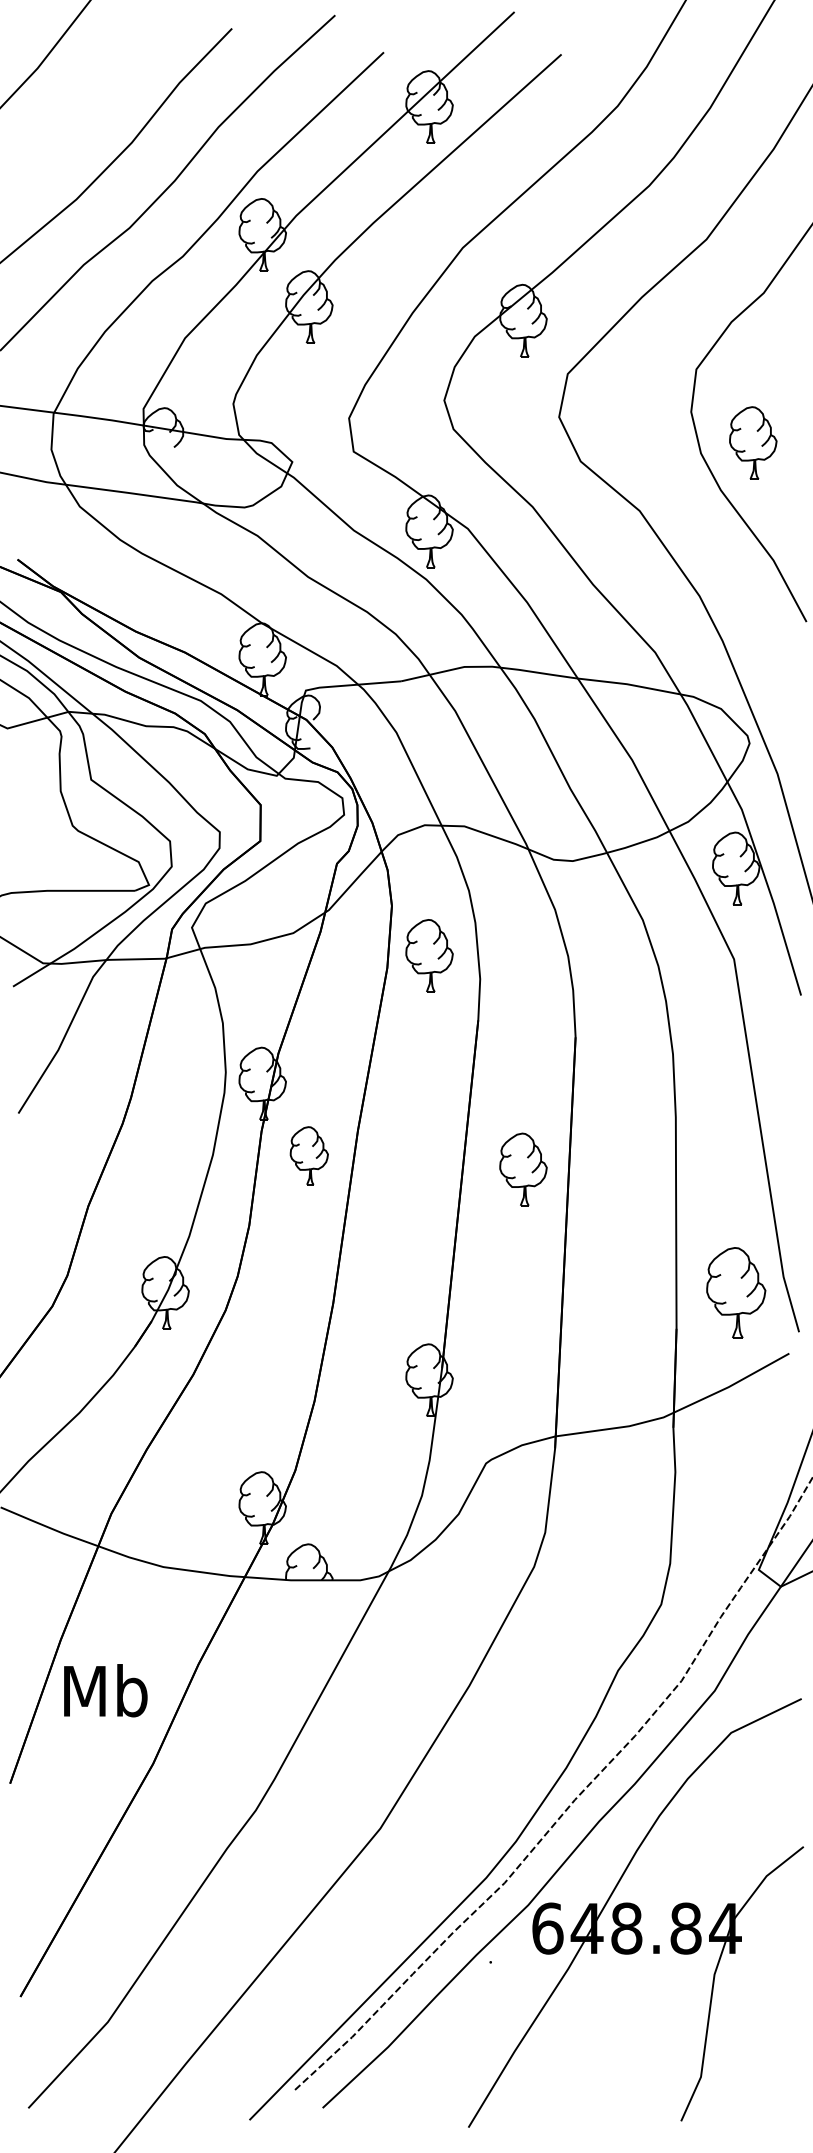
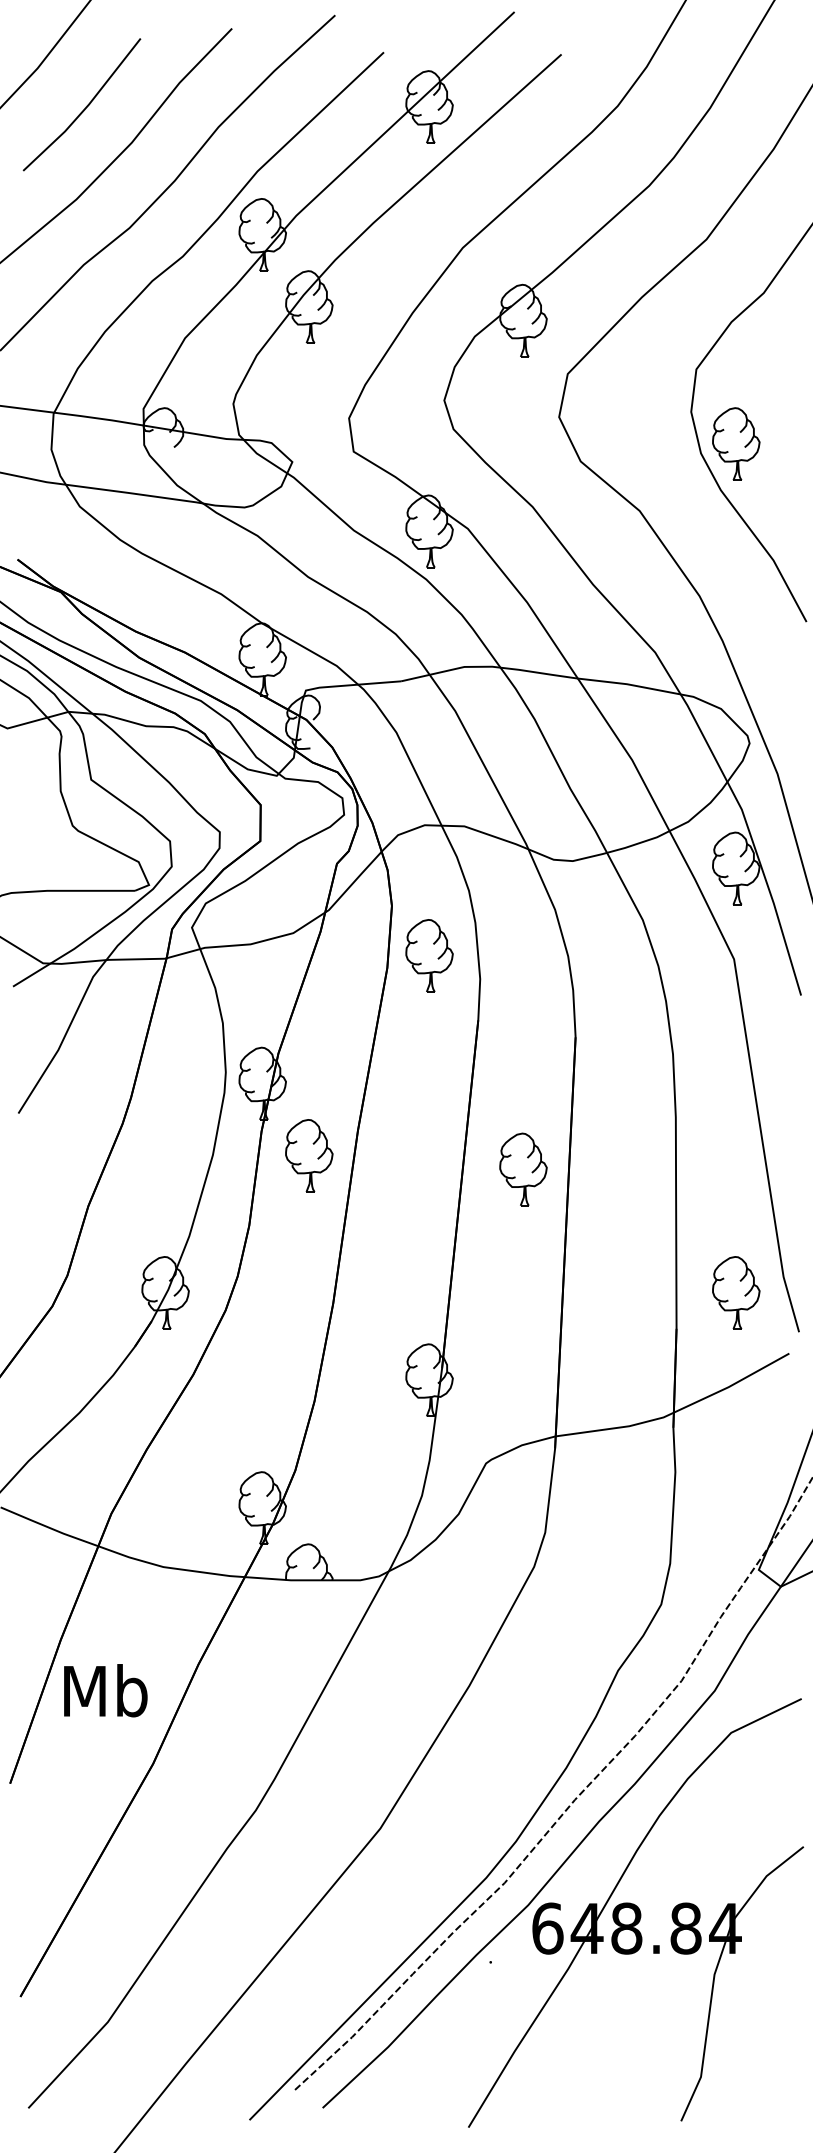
line at (85, 107): none -> present
part at (753, 442) position: (753, 442) -> (736, 443)
part at (308, 1155) size: 40x60 px -> 49x74 px
part at (736, 1292) size: 61x92 px -> 49x74 px
